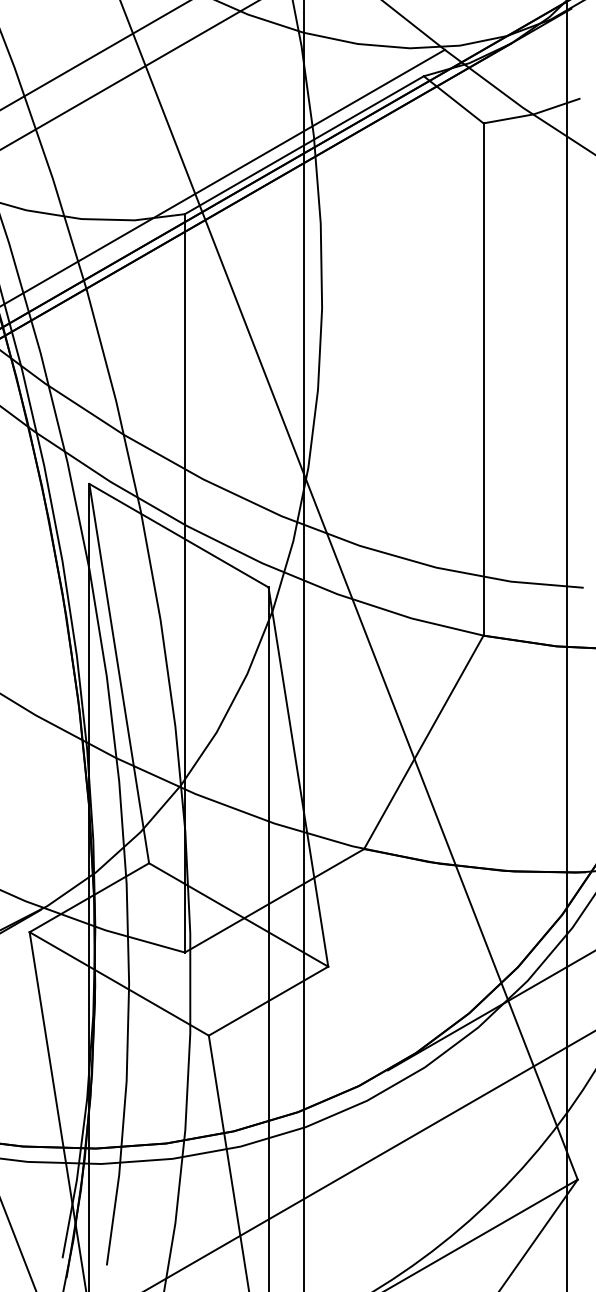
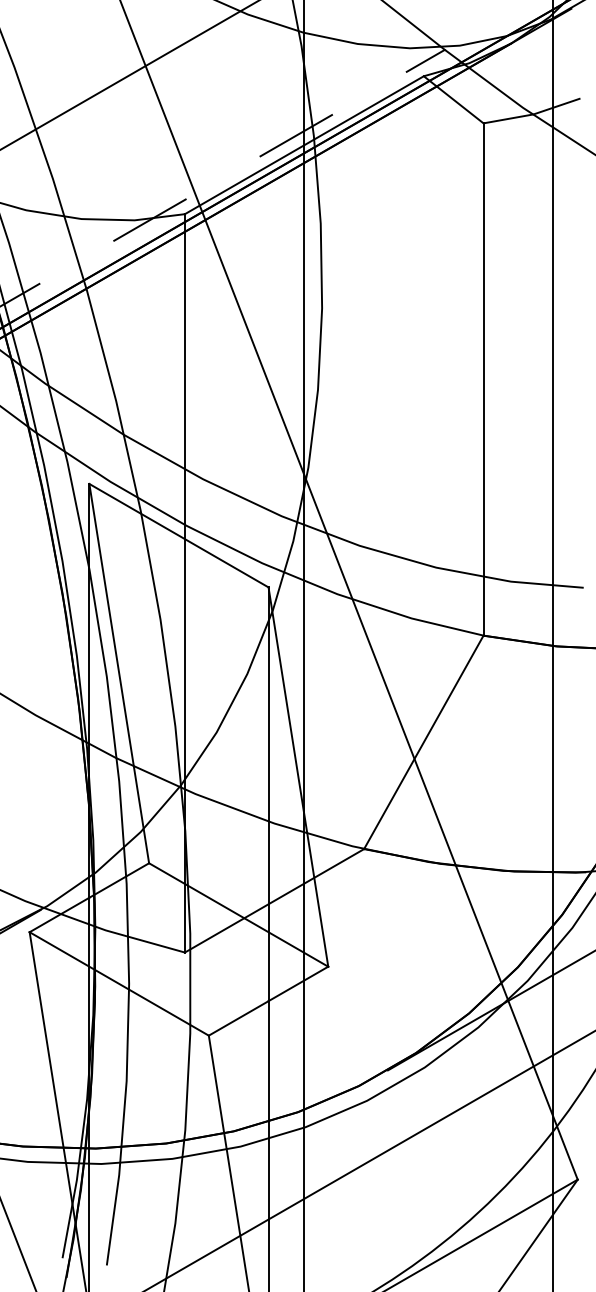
line at (94, 55): present -> none
line at (222, 178): solid -> dashed
line at (567, 645) position: (567, 645) -> (553, 645)
